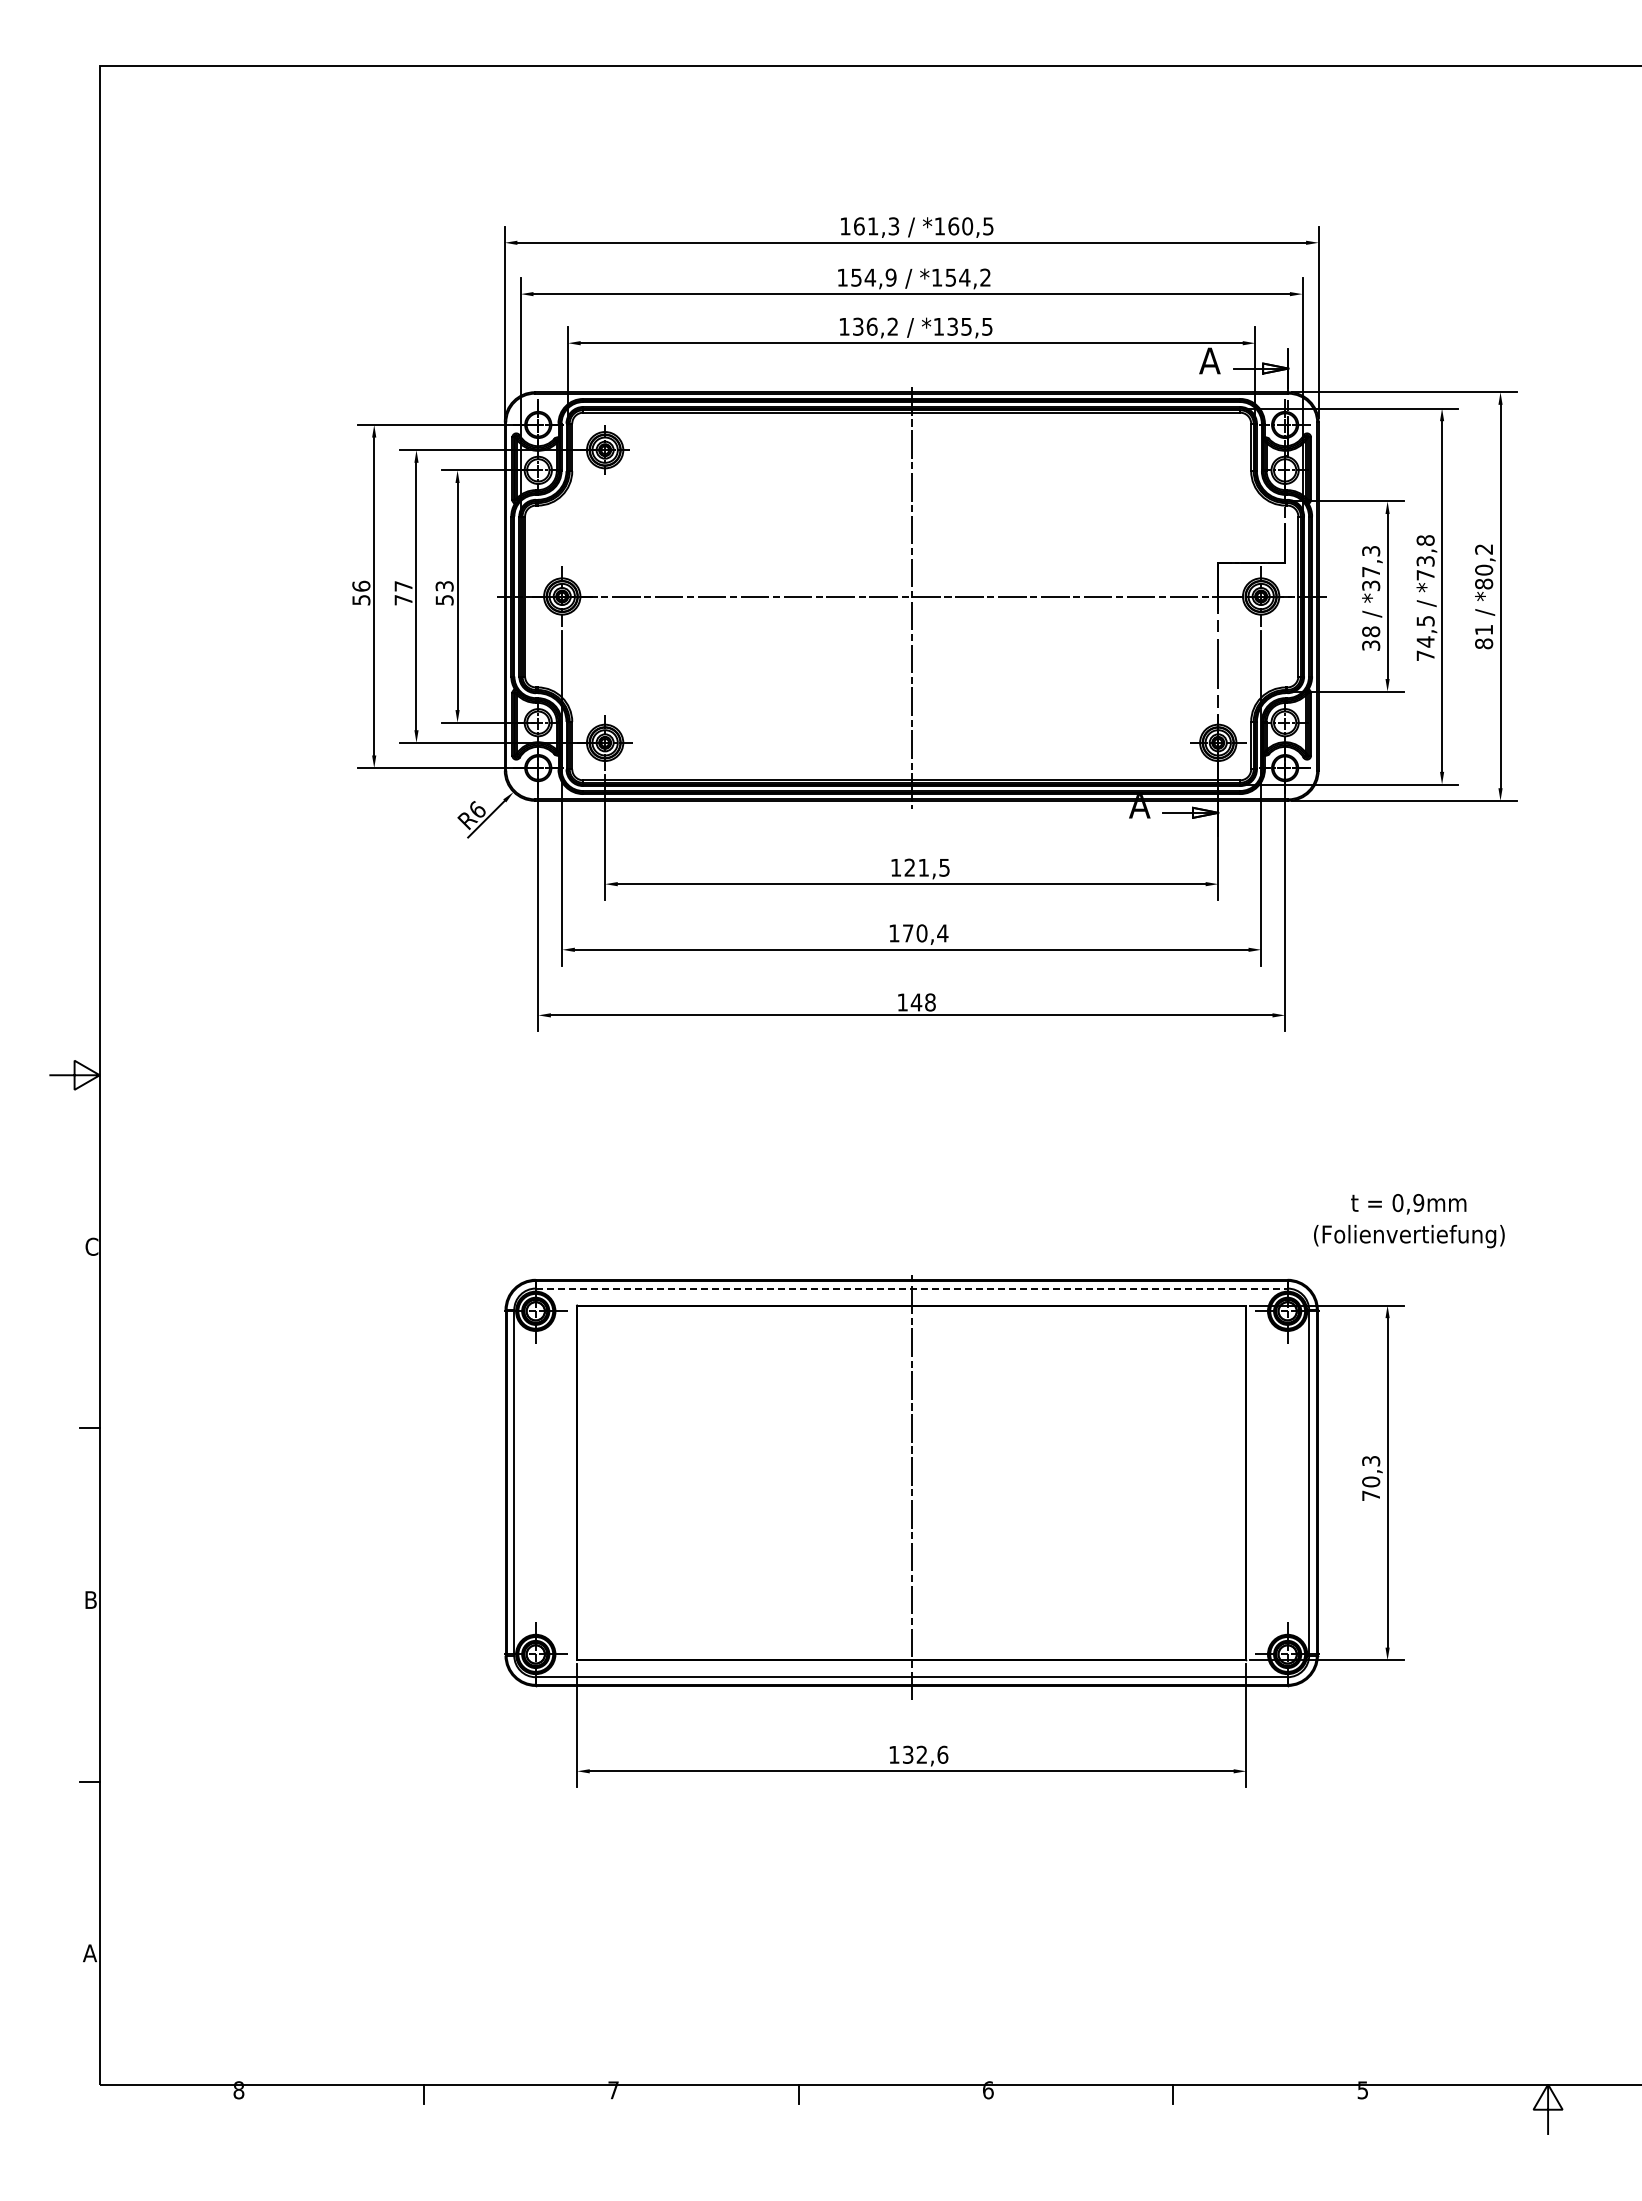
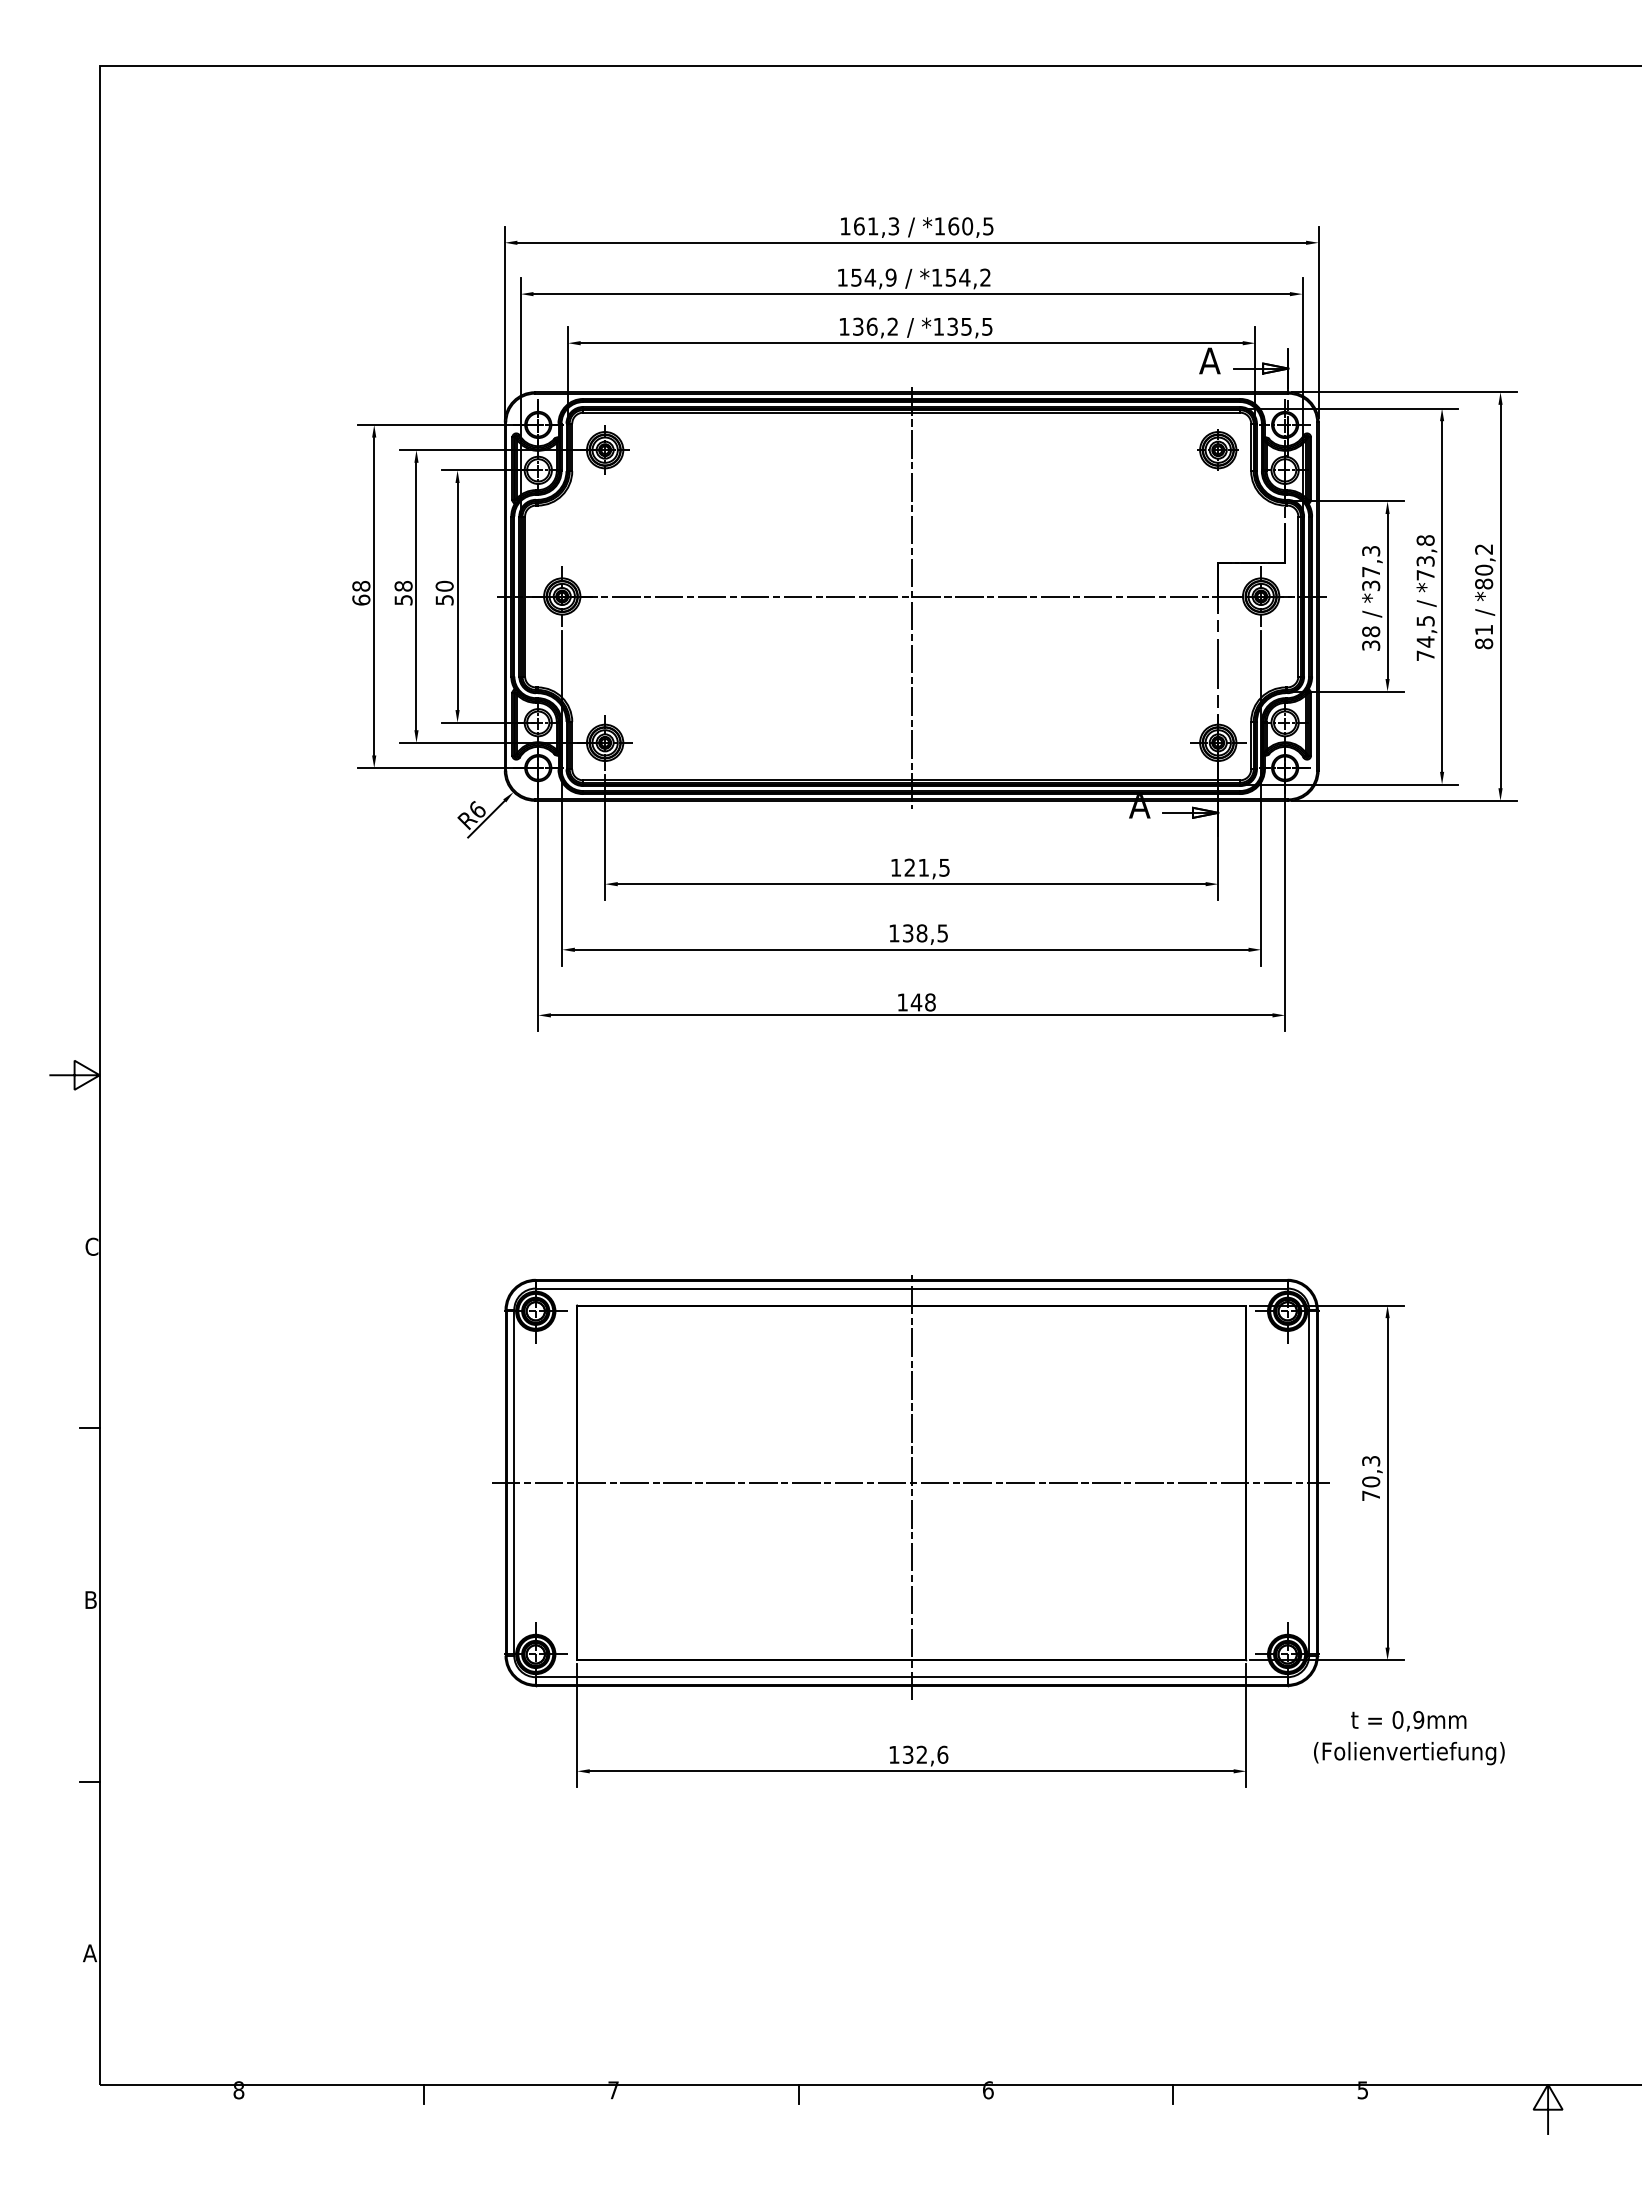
part at (1217, 449): none -> present
text at (444, 585): 53 -> 50
text at (361, 592): 56 -> 68
text at (403, 592): 77 -> 58
text at (925, 933): 170,4 -> 138,5
text at (1409, 1221) position: (1409, 1221) -> (1409, 1738)
line at (911, 1288): dashed -> solid
line at (910, 1482): none -> present
